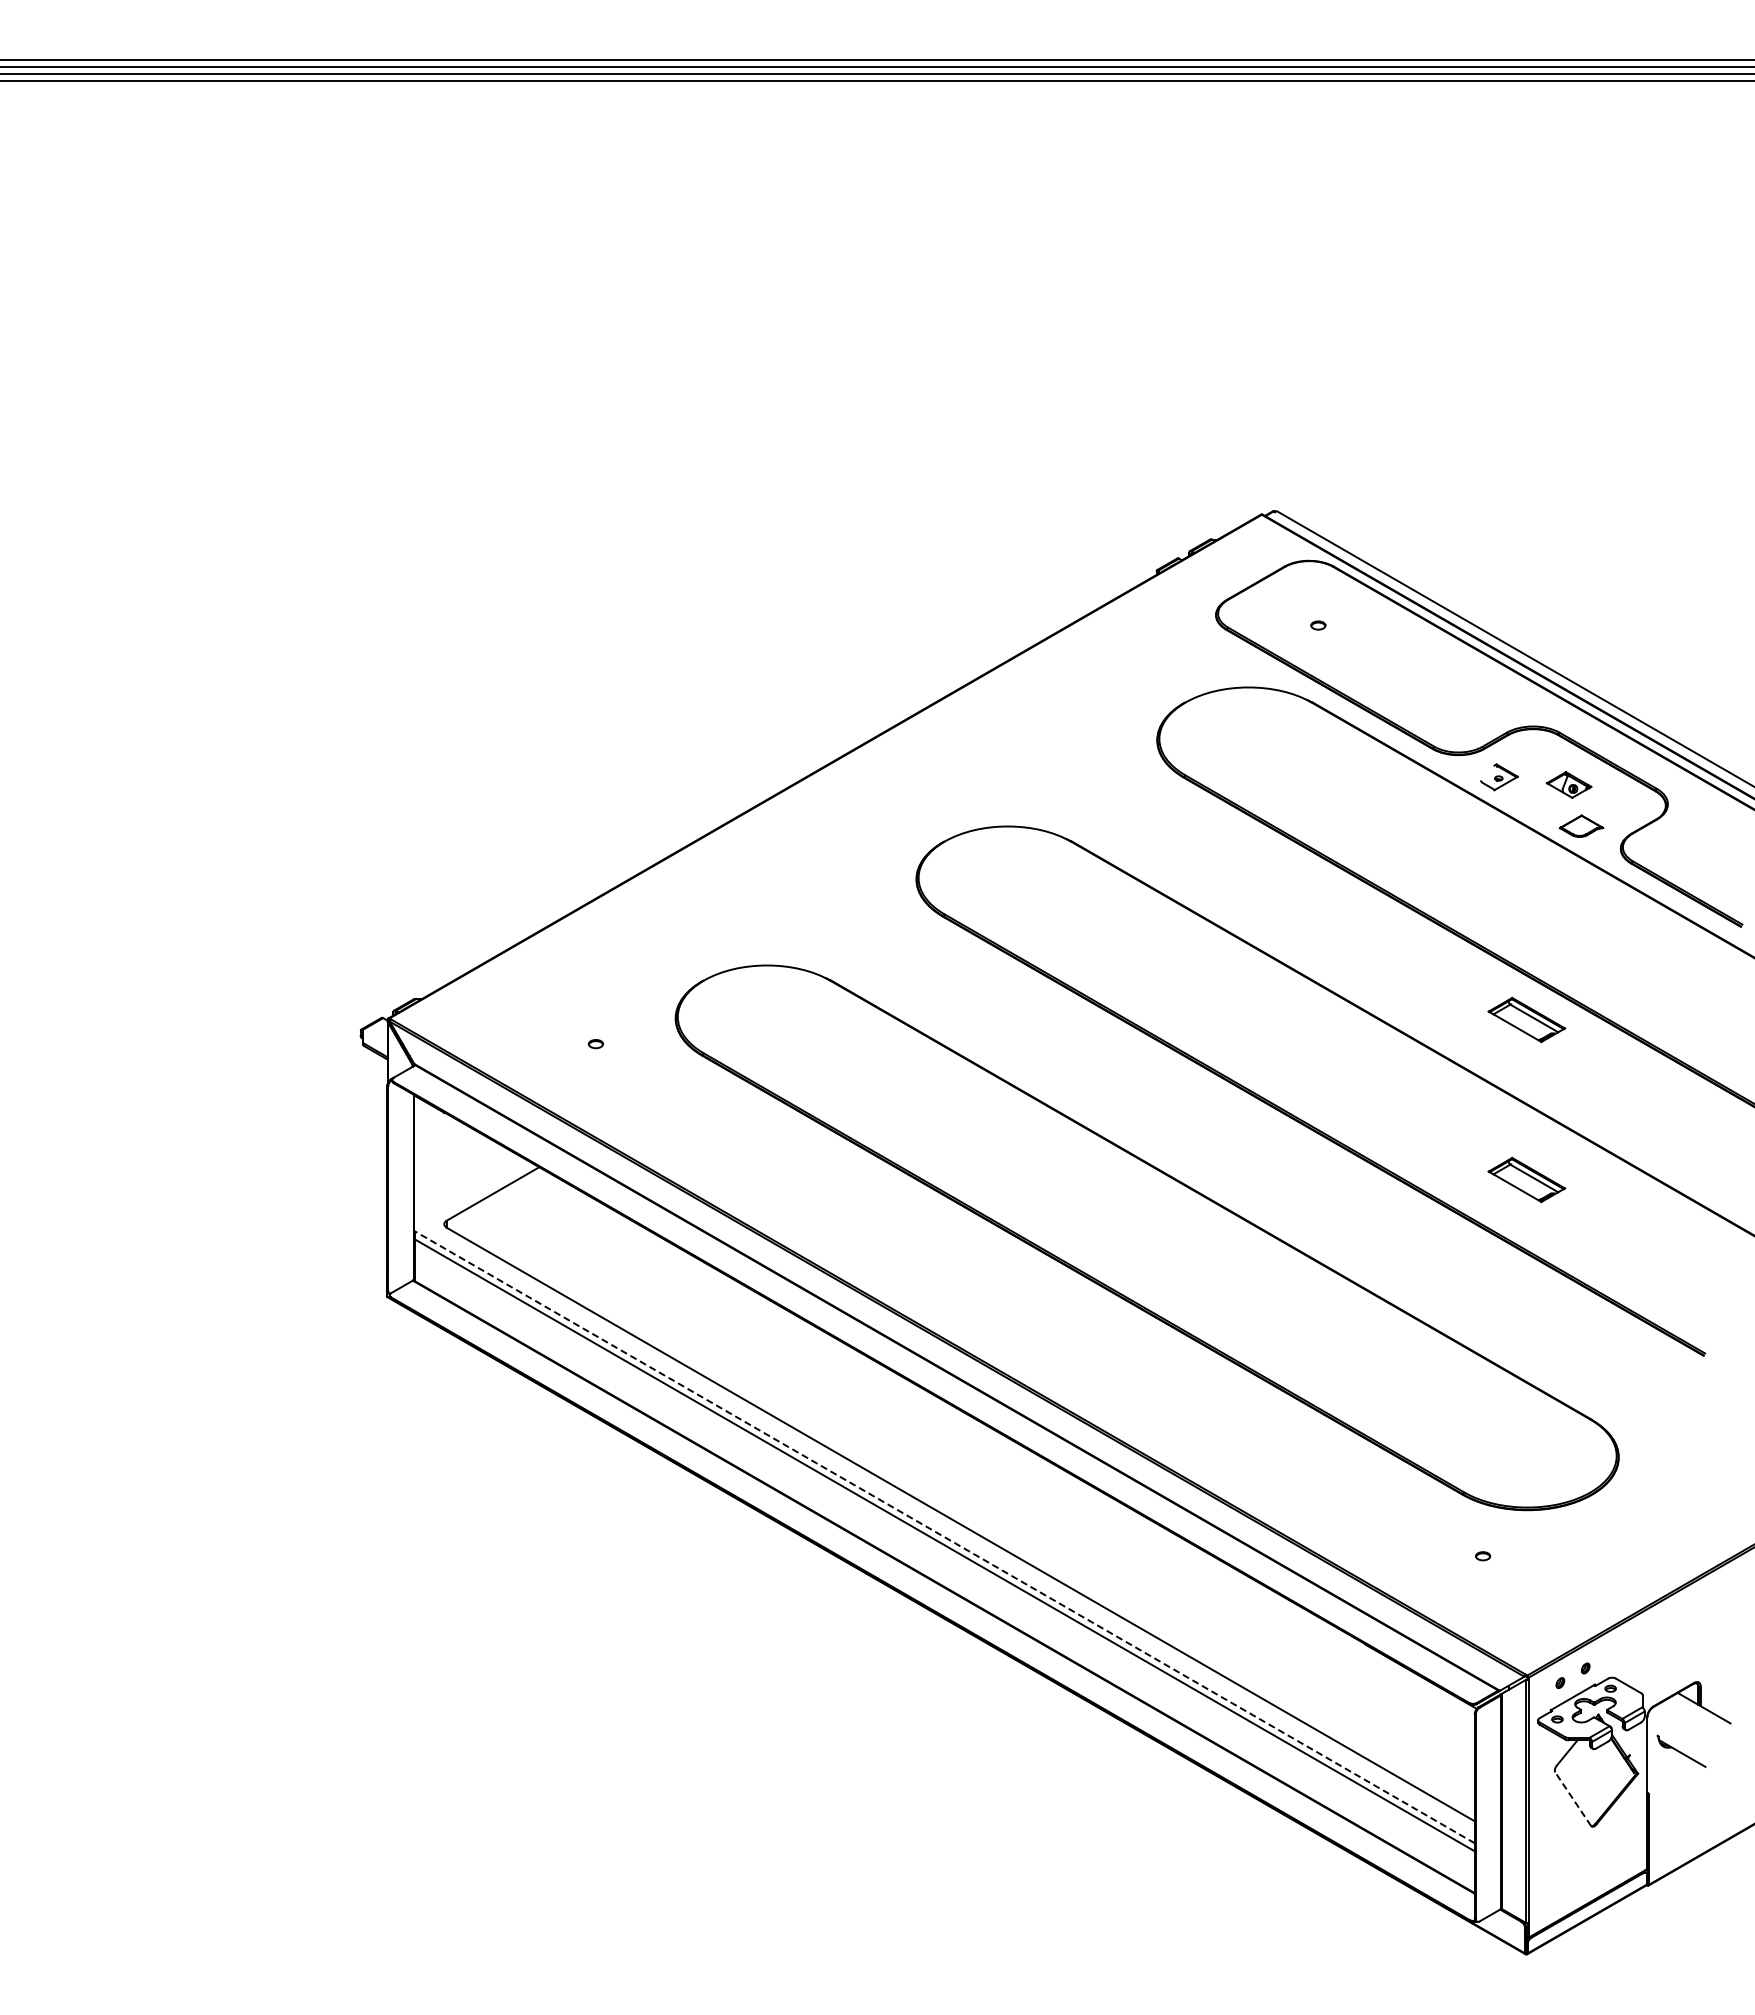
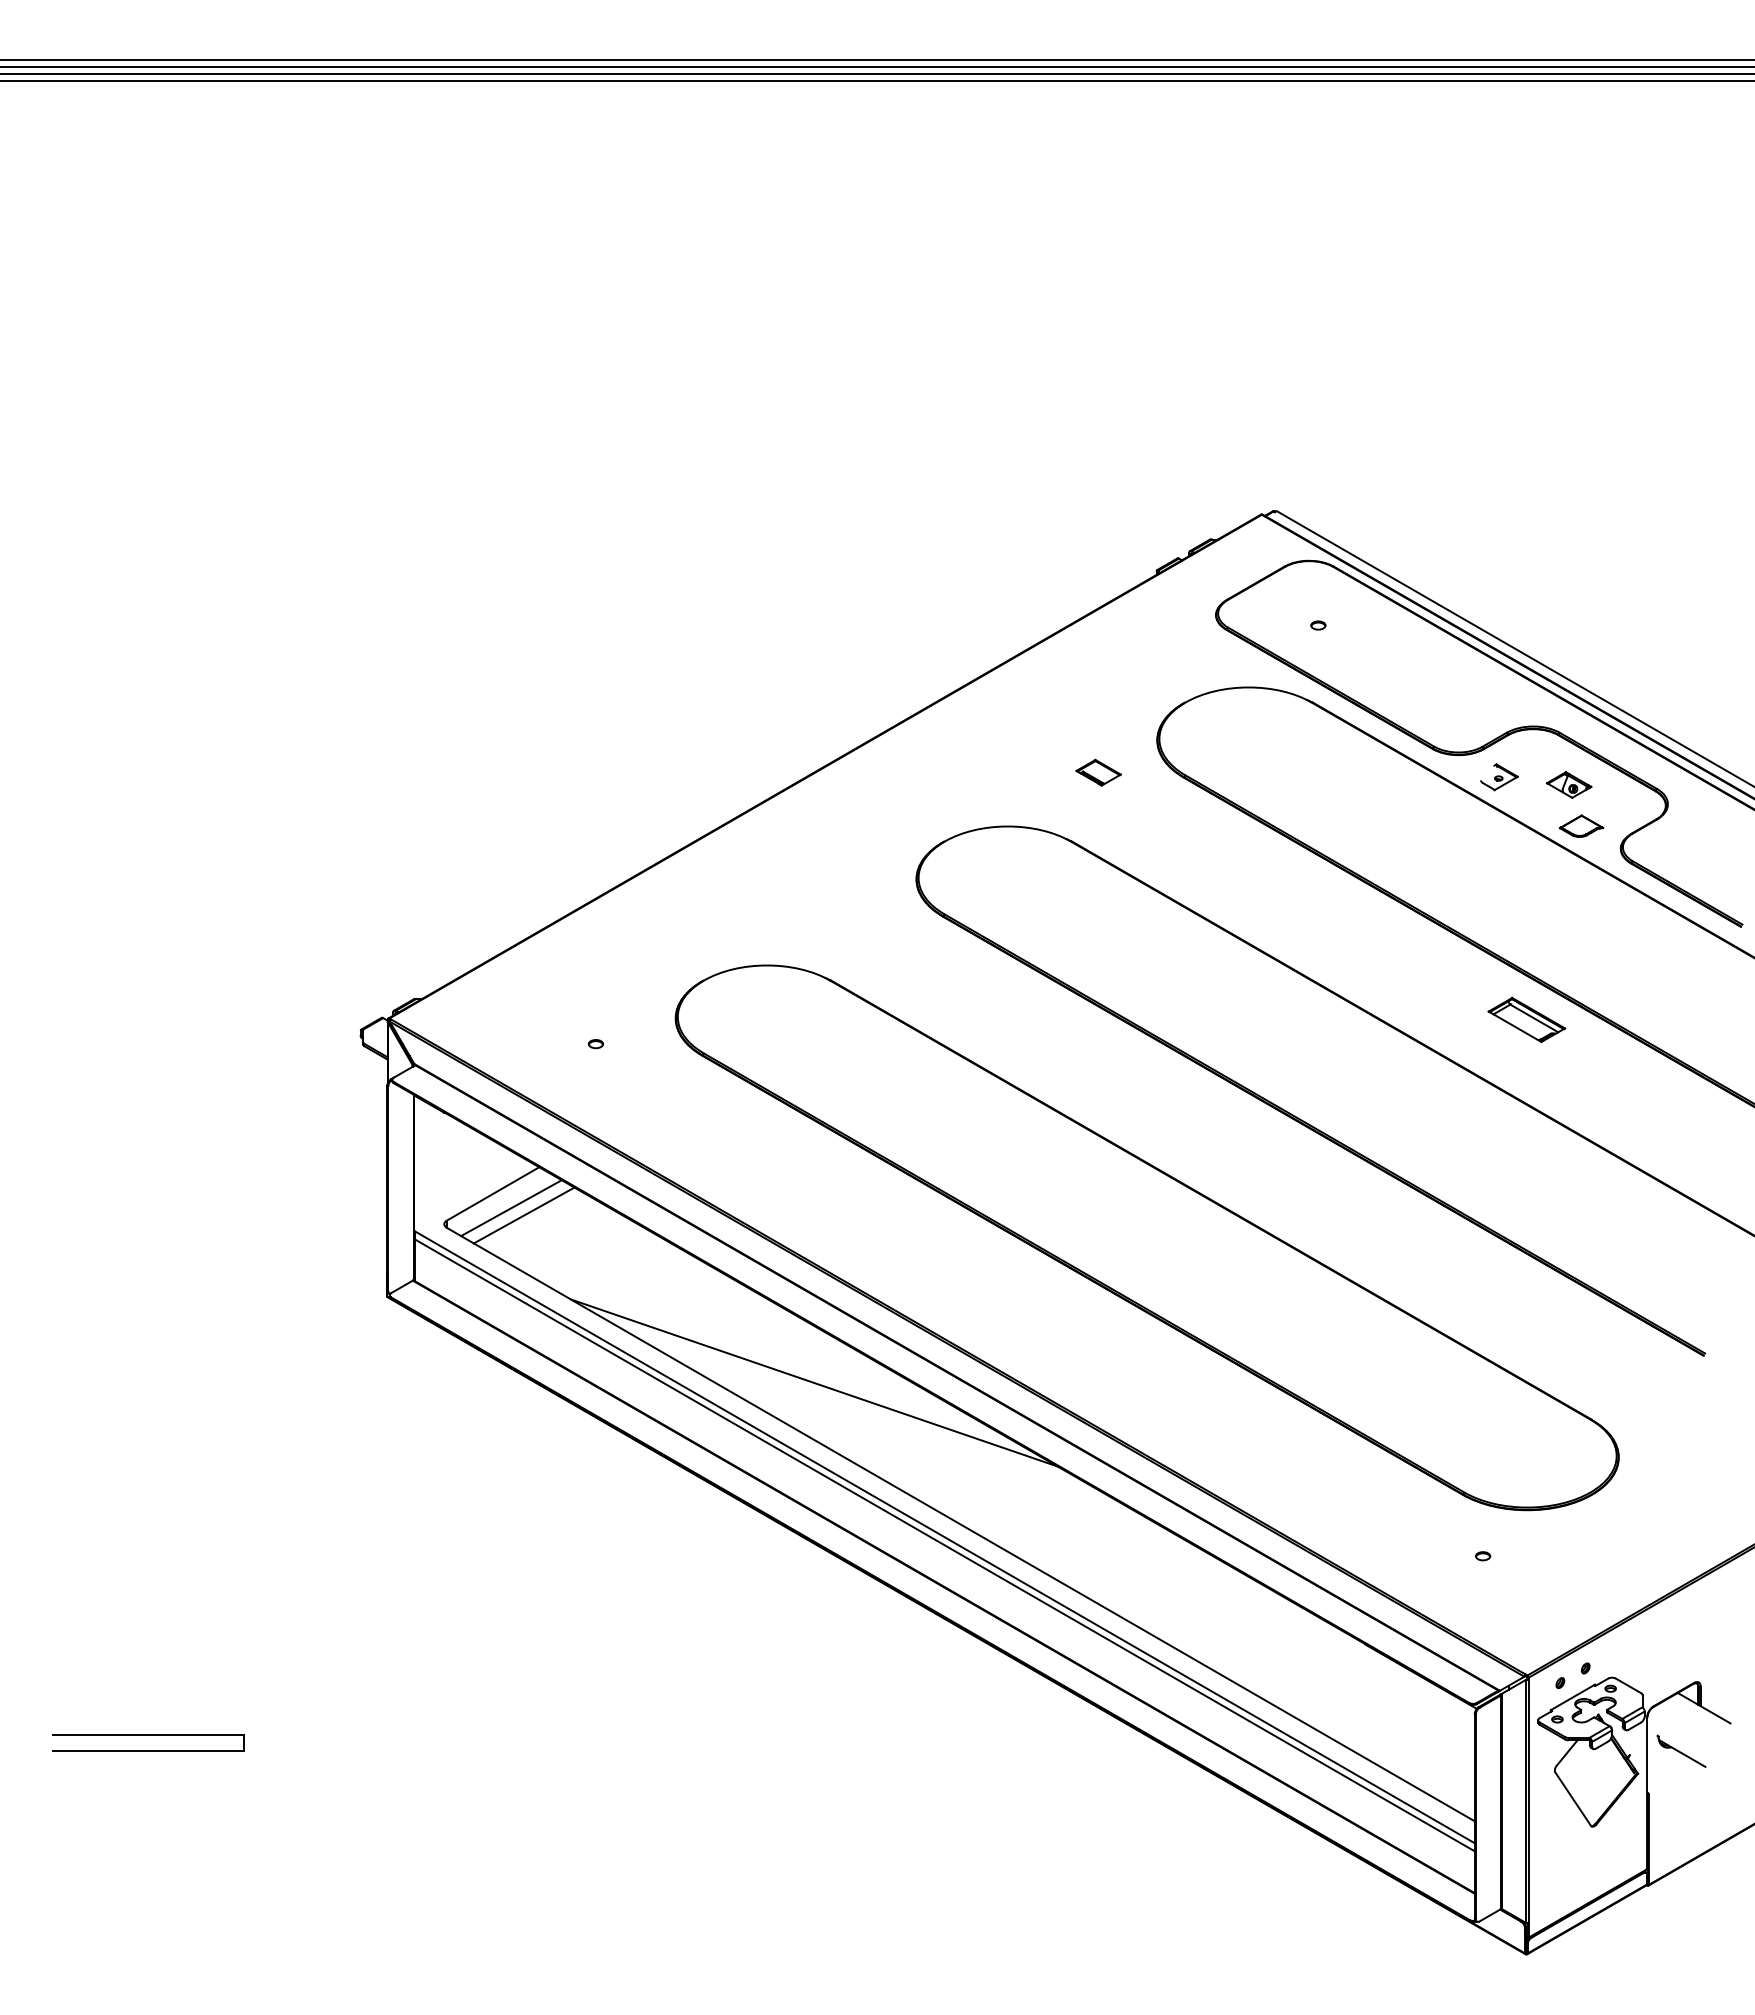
part at (1098, 772): none -> present
part at (1526, 1179): present -> none
line at (511, 1208): none -> present
line at (523, 1215): none -> present
line at (813, 1382): none -> present
line at (945, 1537): dashed -> solid
part at (148, 1735): none -> present
line at (1572, 1798): dashed -> solid
